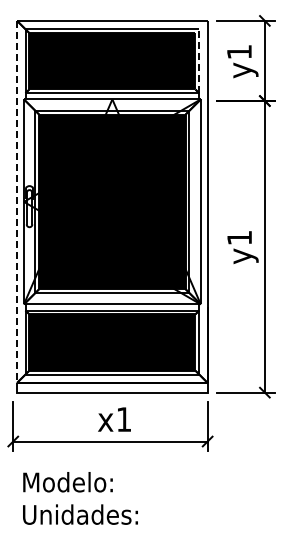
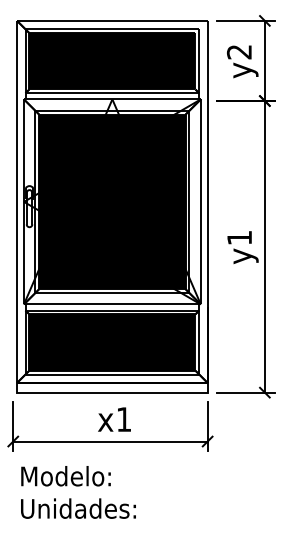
text at (239, 52): y1 -> y2
line at (199, 60): dashed -> solid
line at (17, 202): dashed -> solid
text at (80, 498) position: (80, 498) -> (78, 492)
